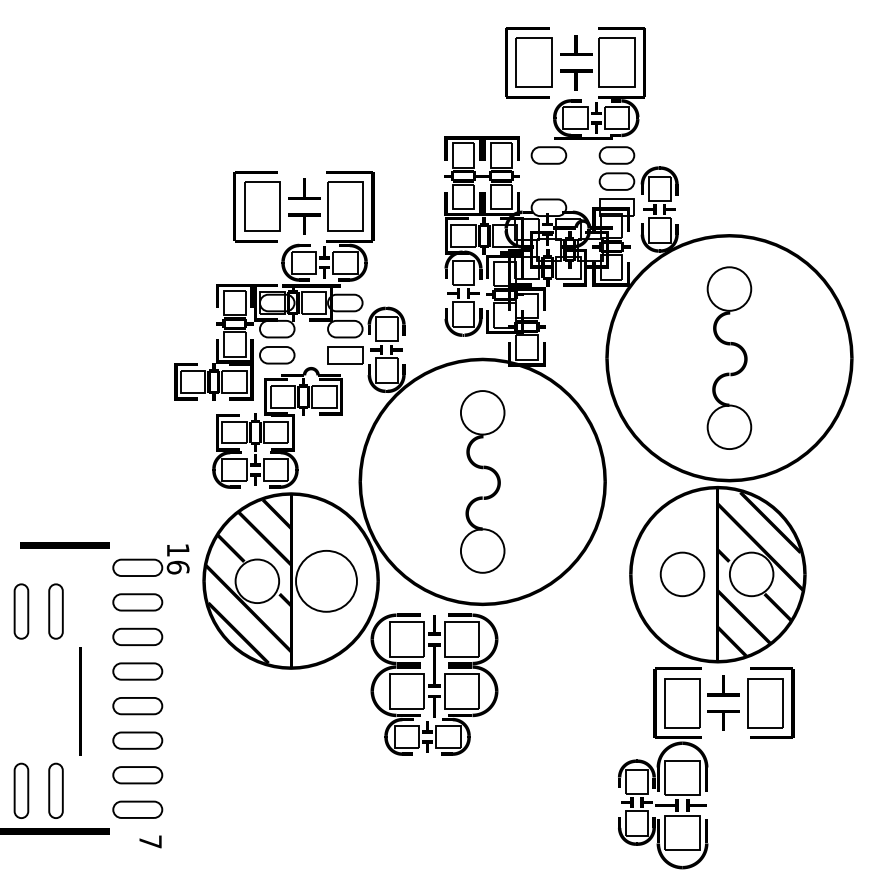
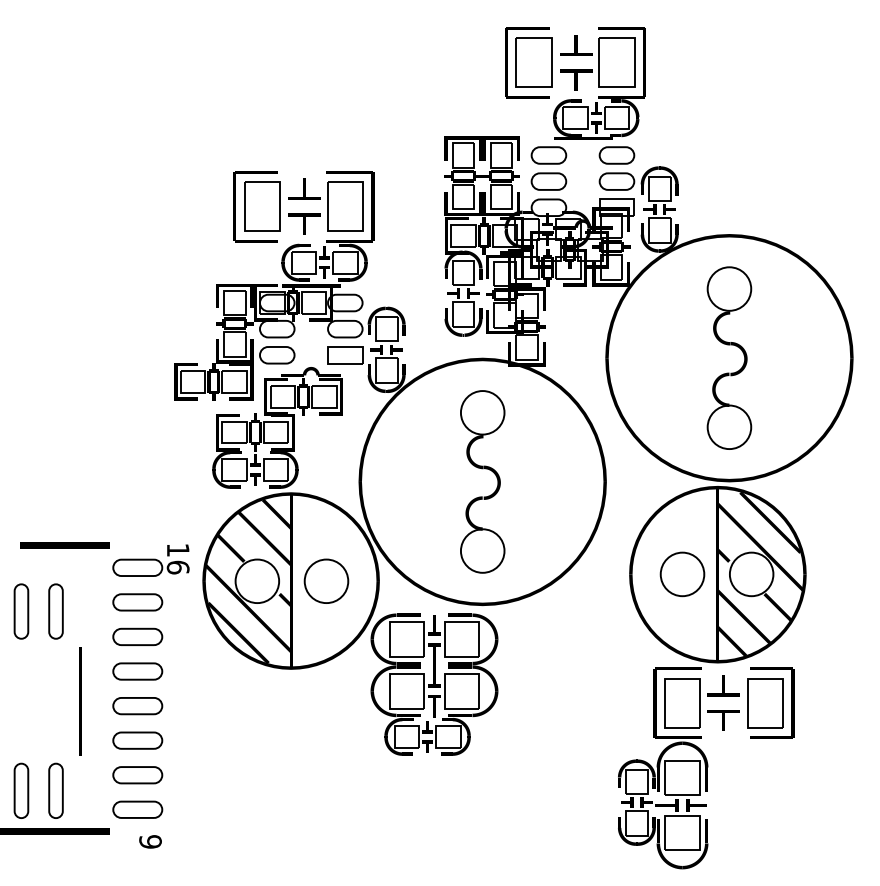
part at (548, 181): none -> present
circle at (326, 580) diameter: 61 px -> 44 px
text at (150, 841): 7 -> 9
